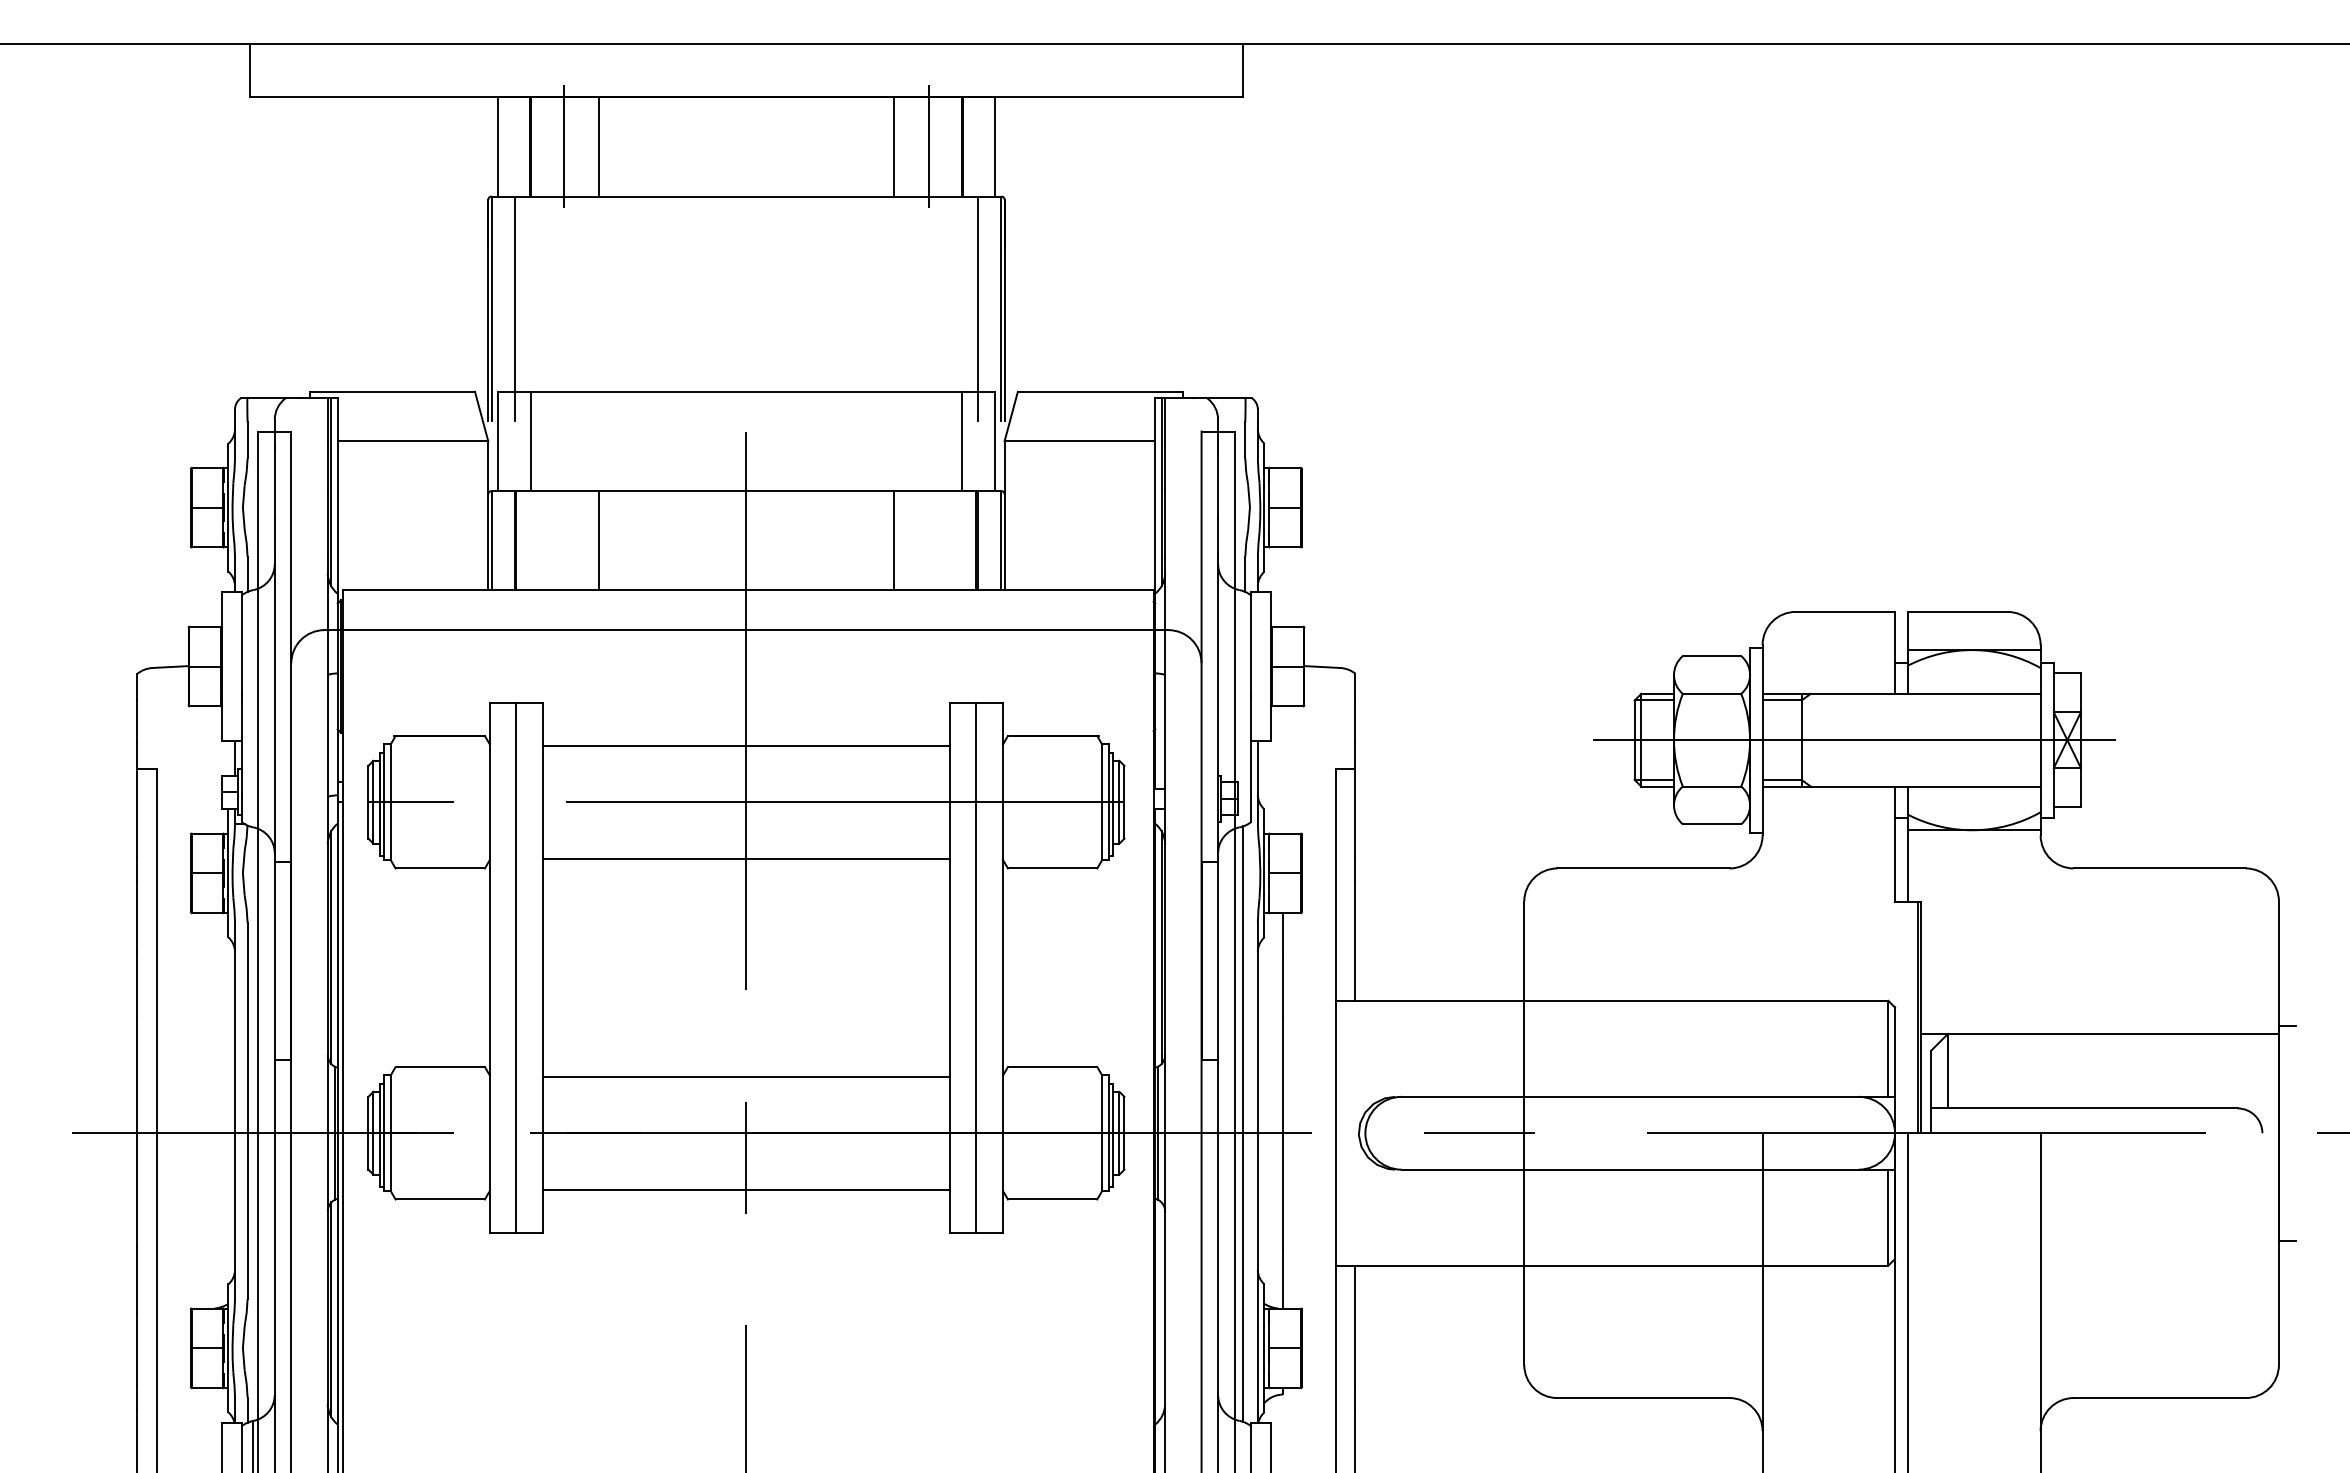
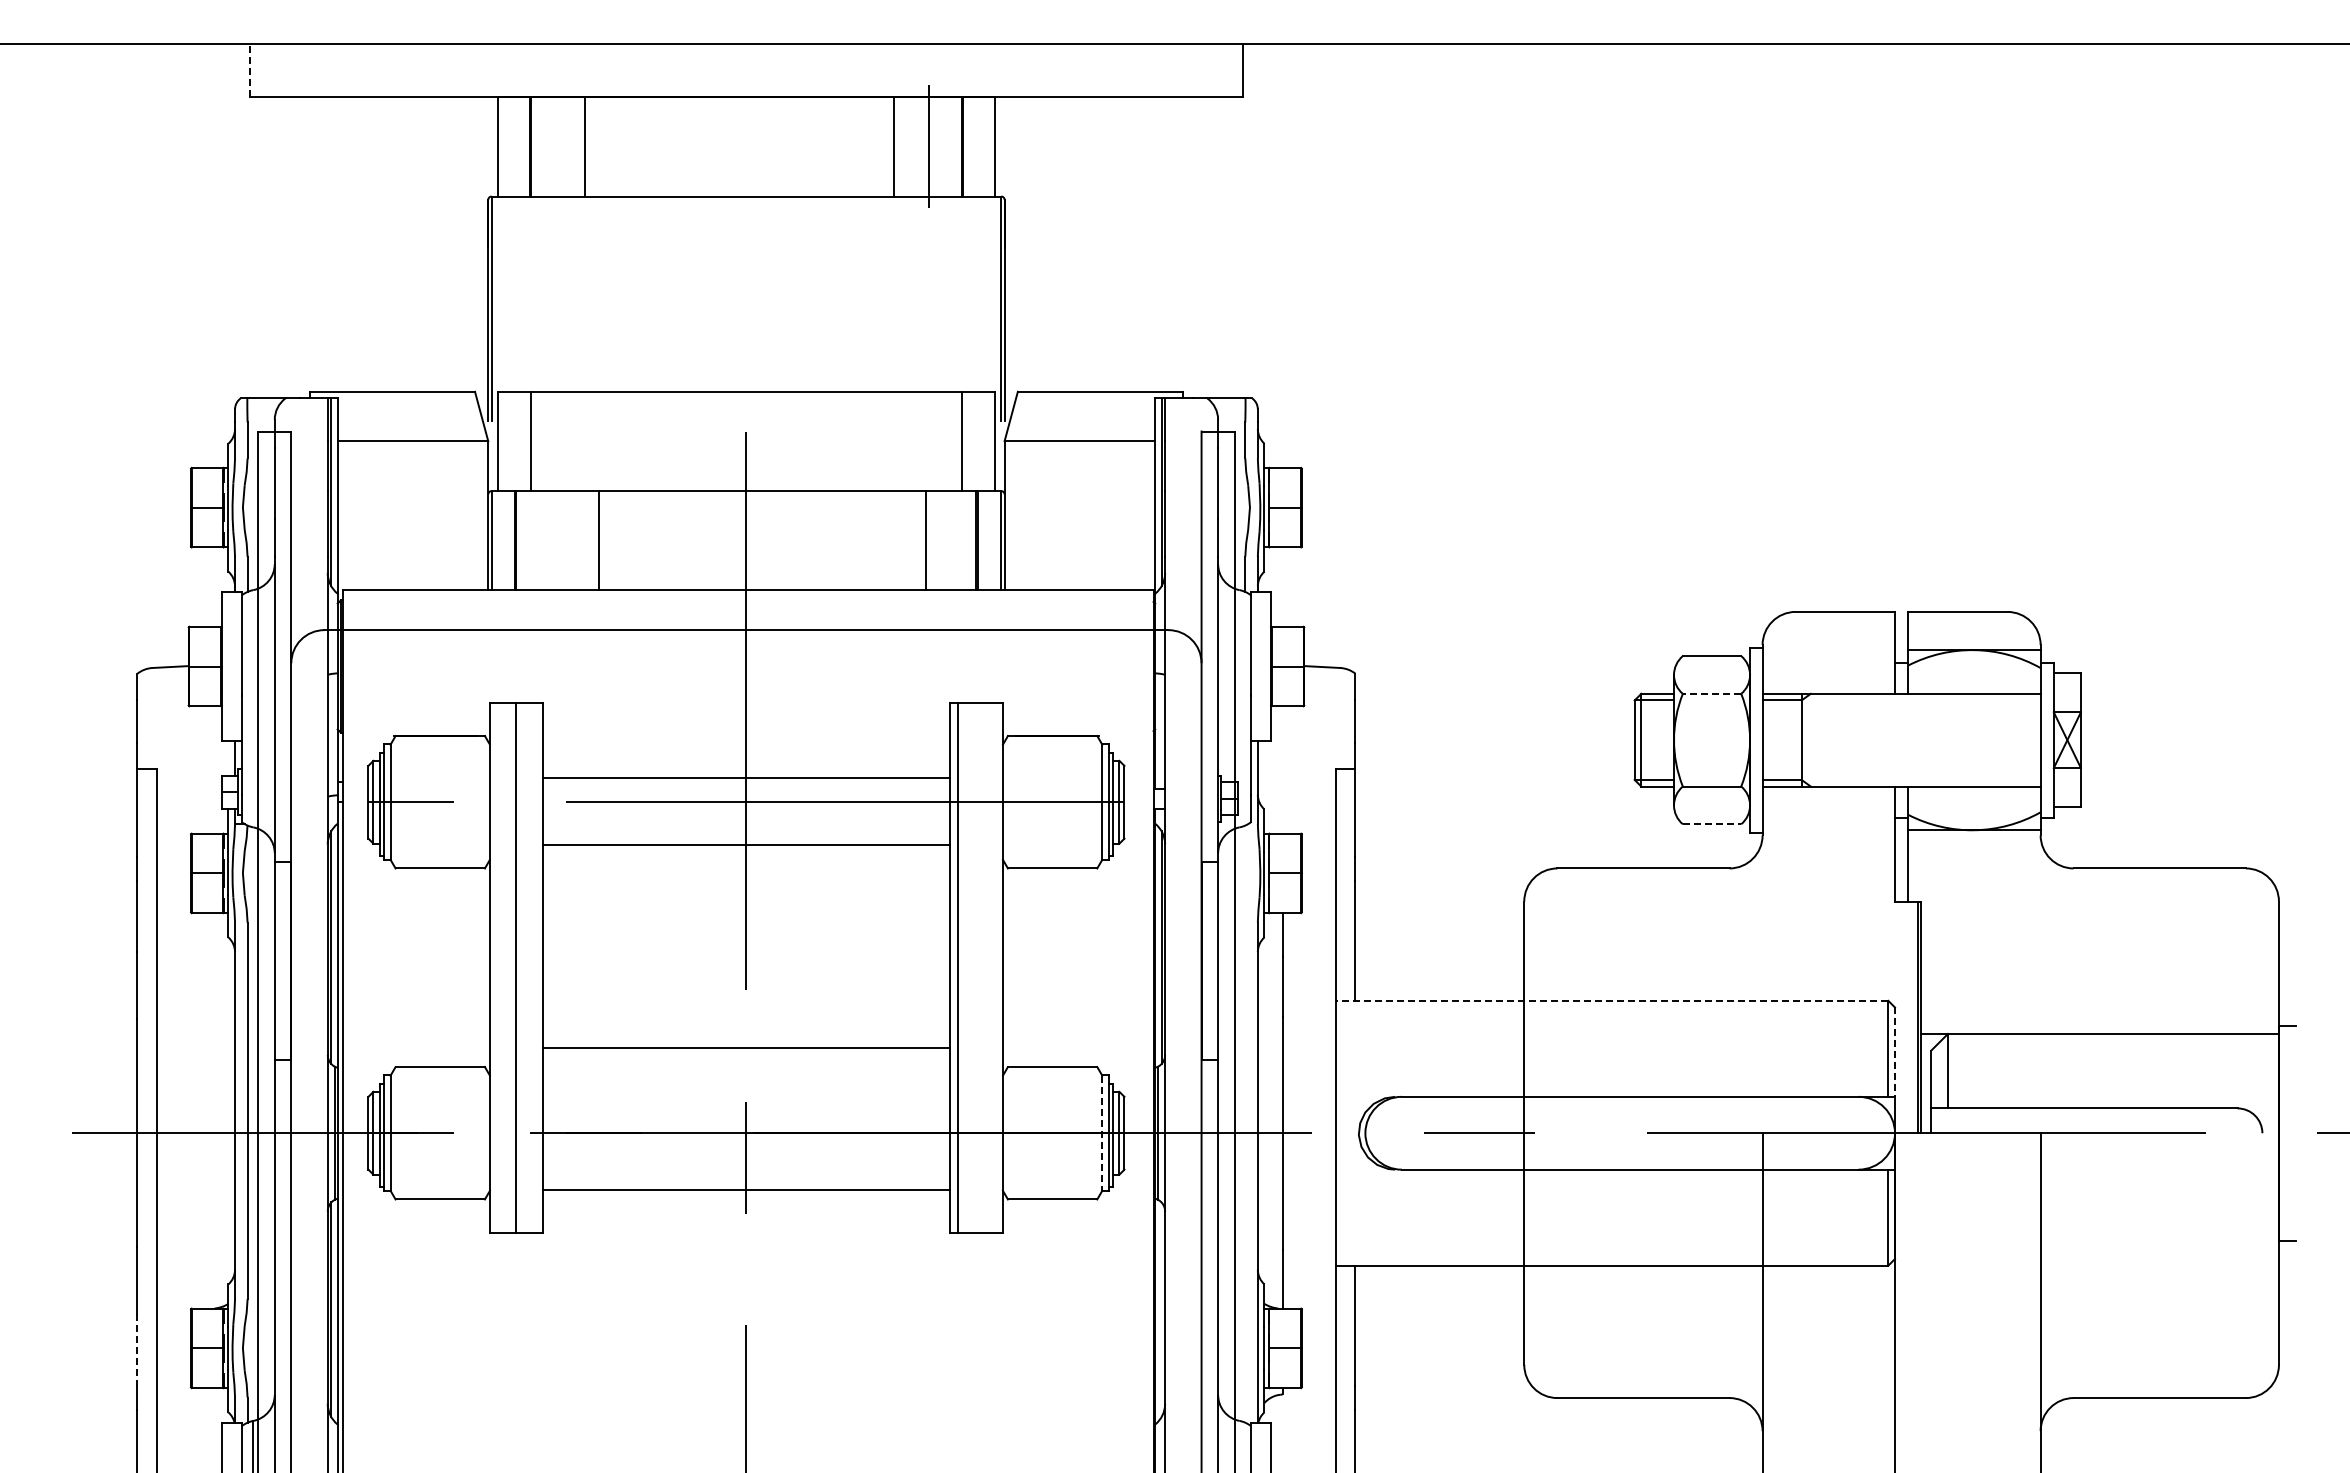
line at (249, 70): solid -> dashed
line at (564, 146): present -> none
line at (599, 146) position: (599, 146) -> (585, 146)
line at (514, 308): present -> none
line at (978, 308): present -> none
line at (893, 540) position: (893, 540) -> (925, 540)
line at (1711, 693): solid -> dashed
line at (1854, 740): present -> none
line at (746, 745) position: (746, 745) -> (746, 777)
line at (1712, 824): solid -> dashed
line at (746, 858) position: (746, 858) -> (746, 844)
line at (976, 967) position: (976, 967) -> (958, 967)
line at (1611, 1000): solid -> dashed
line at (1894, 1052): solid -> dashed
line at (746, 1076) position: (746, 1076) -> (746, 1047)
line at (1243, 1123): present -> none
line at (1102, 1133): solid -> dashed
line at (1908, 1301): present -> none
line at (137, 1349): solid -> dashed
